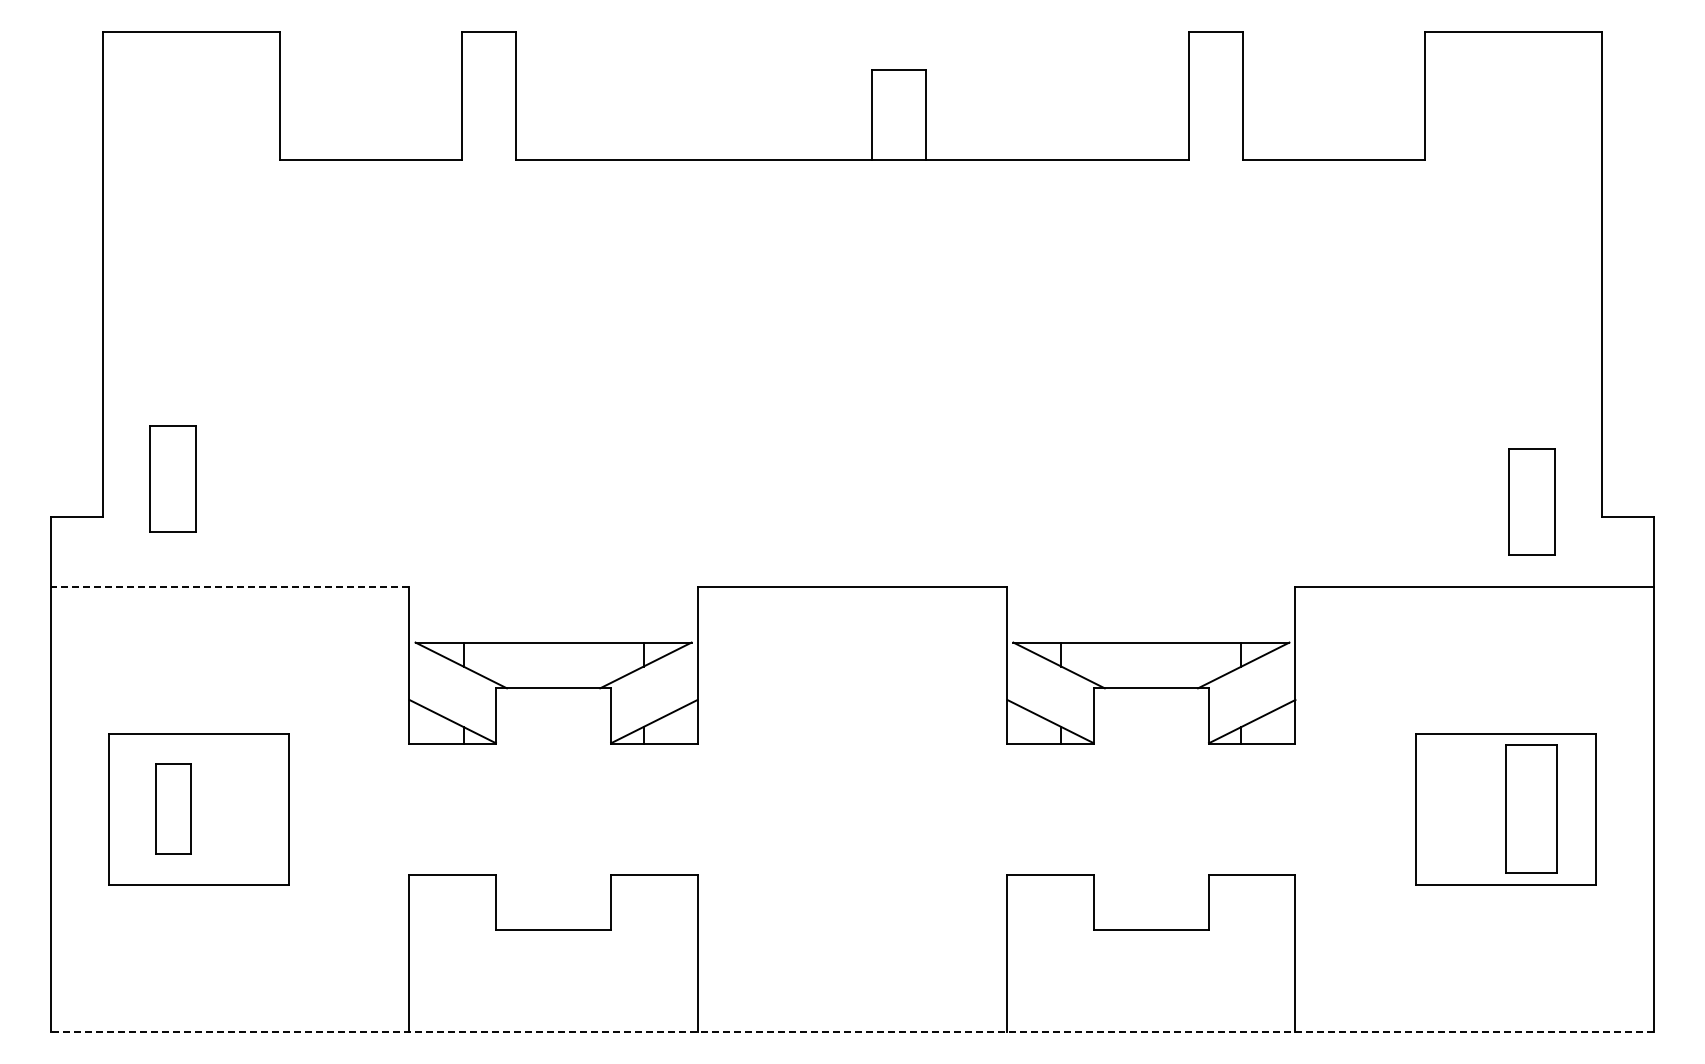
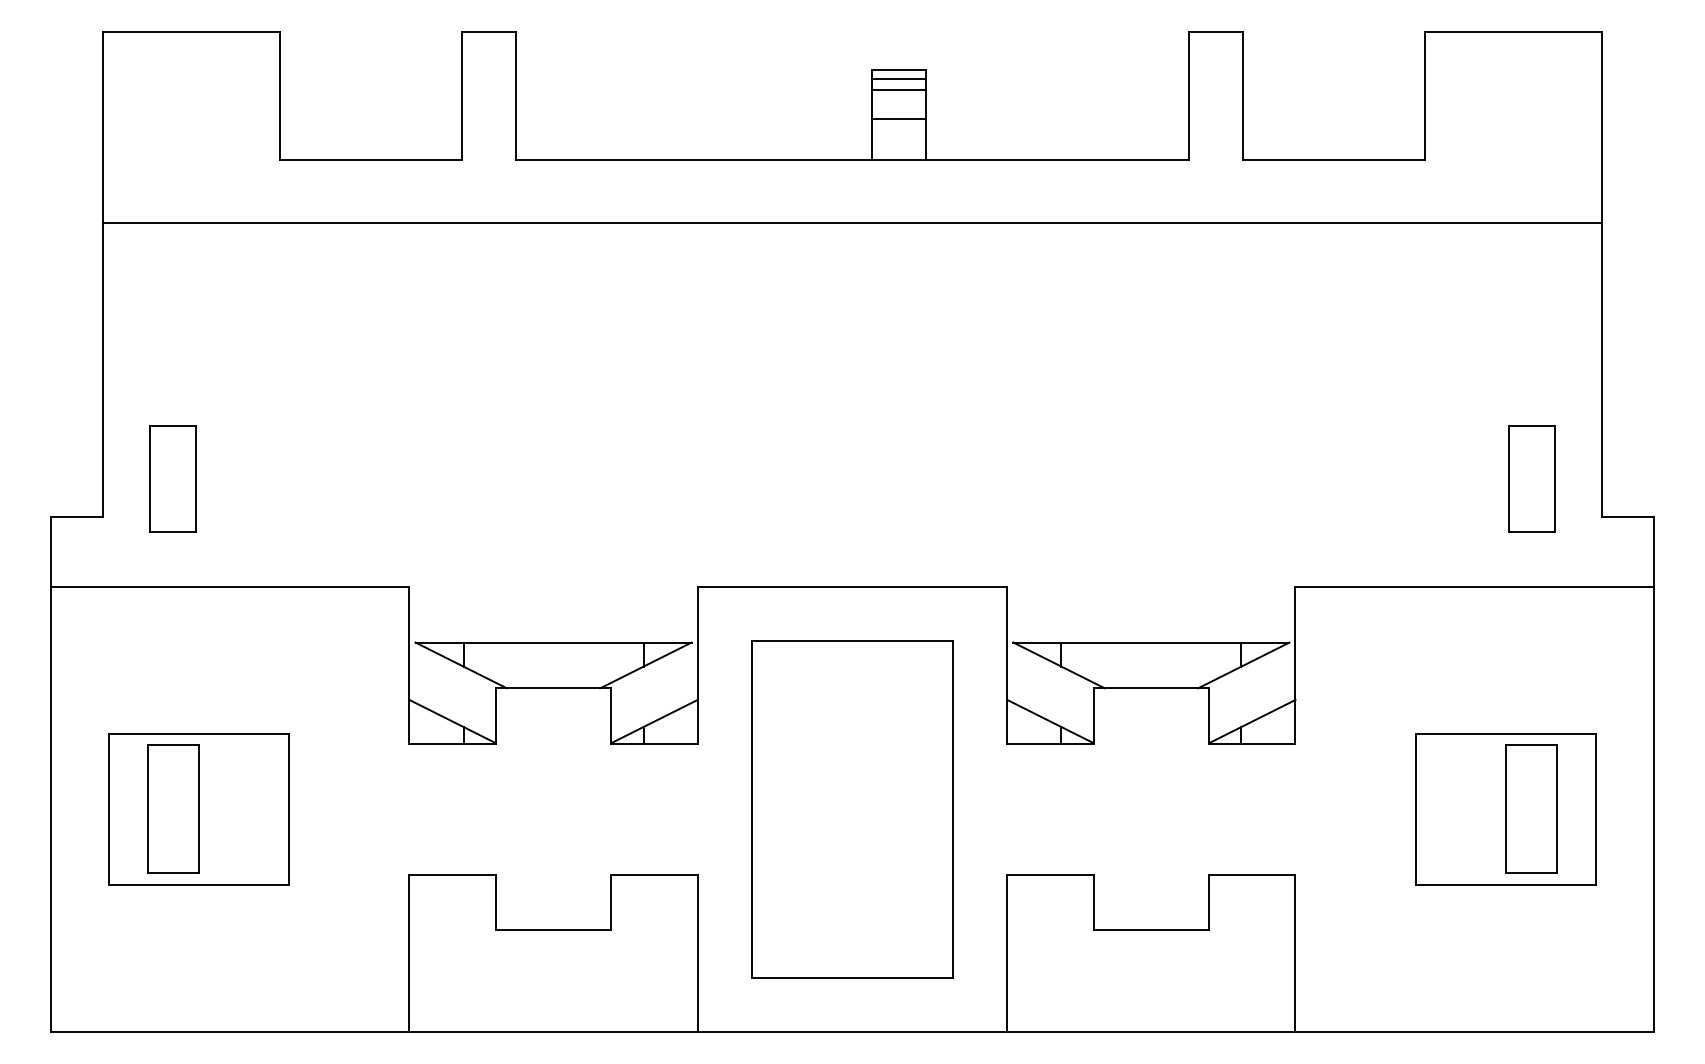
line at (899, 78): none -> present
line at (899, 90): none -> present
line at (899, 118): none -> present
line at (852, 223): none -> present
part at (1531, 501) position: (1531, 501) -> (1531, 478)
line at (229, 586): dashed -> solid
part at (173, 808) size: 37x92 px -> 53x130 px
part at (852, 809): none -> present
line at (851, 1031): dashed -> solid
